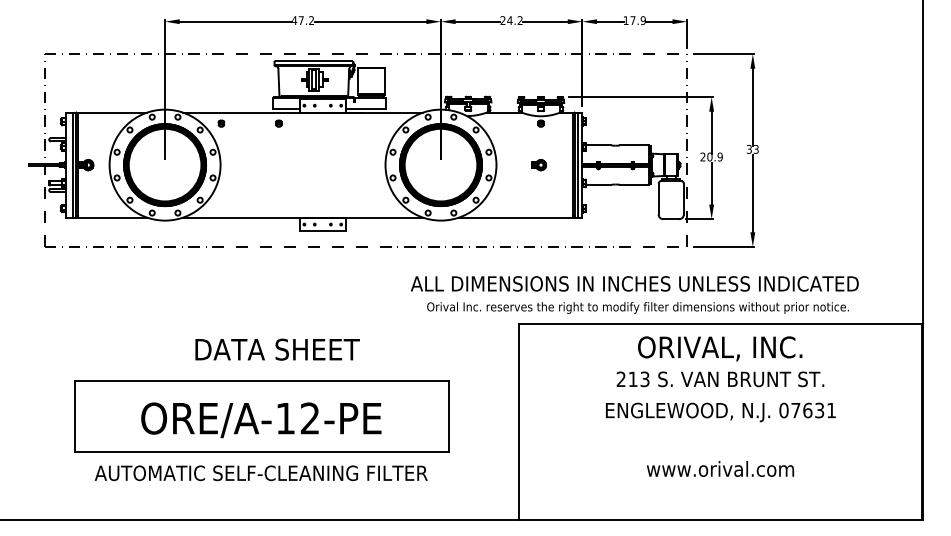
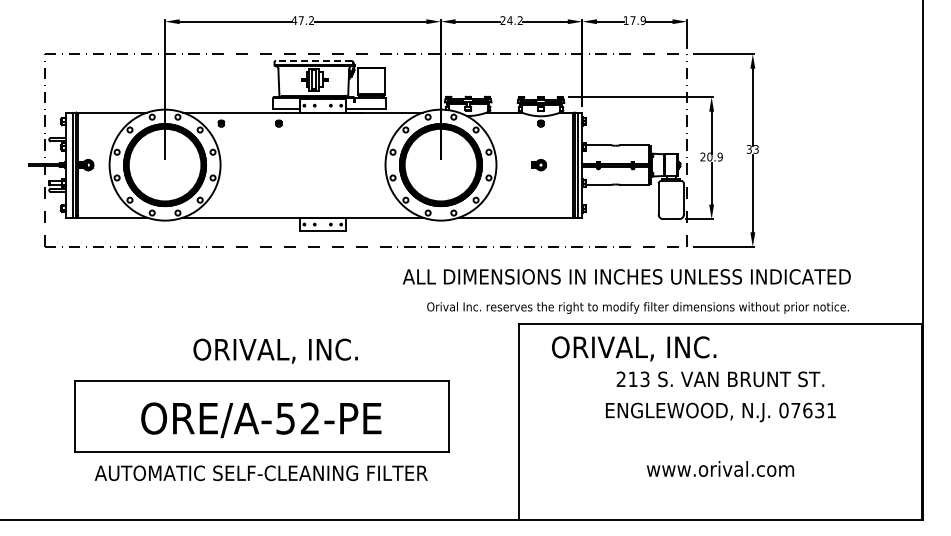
line at (313, 60): solid -> dashed
text at (634, 283) position: (634, 283) -> (626, 276)
text at (720, 348) position: (720, 348) -> (634, 348)
text at (276, 350): DATA SHEET -> ORIVAL, INC.
text at (285, 418): ORE/A-12-PE -> ORE/A-52-PE
